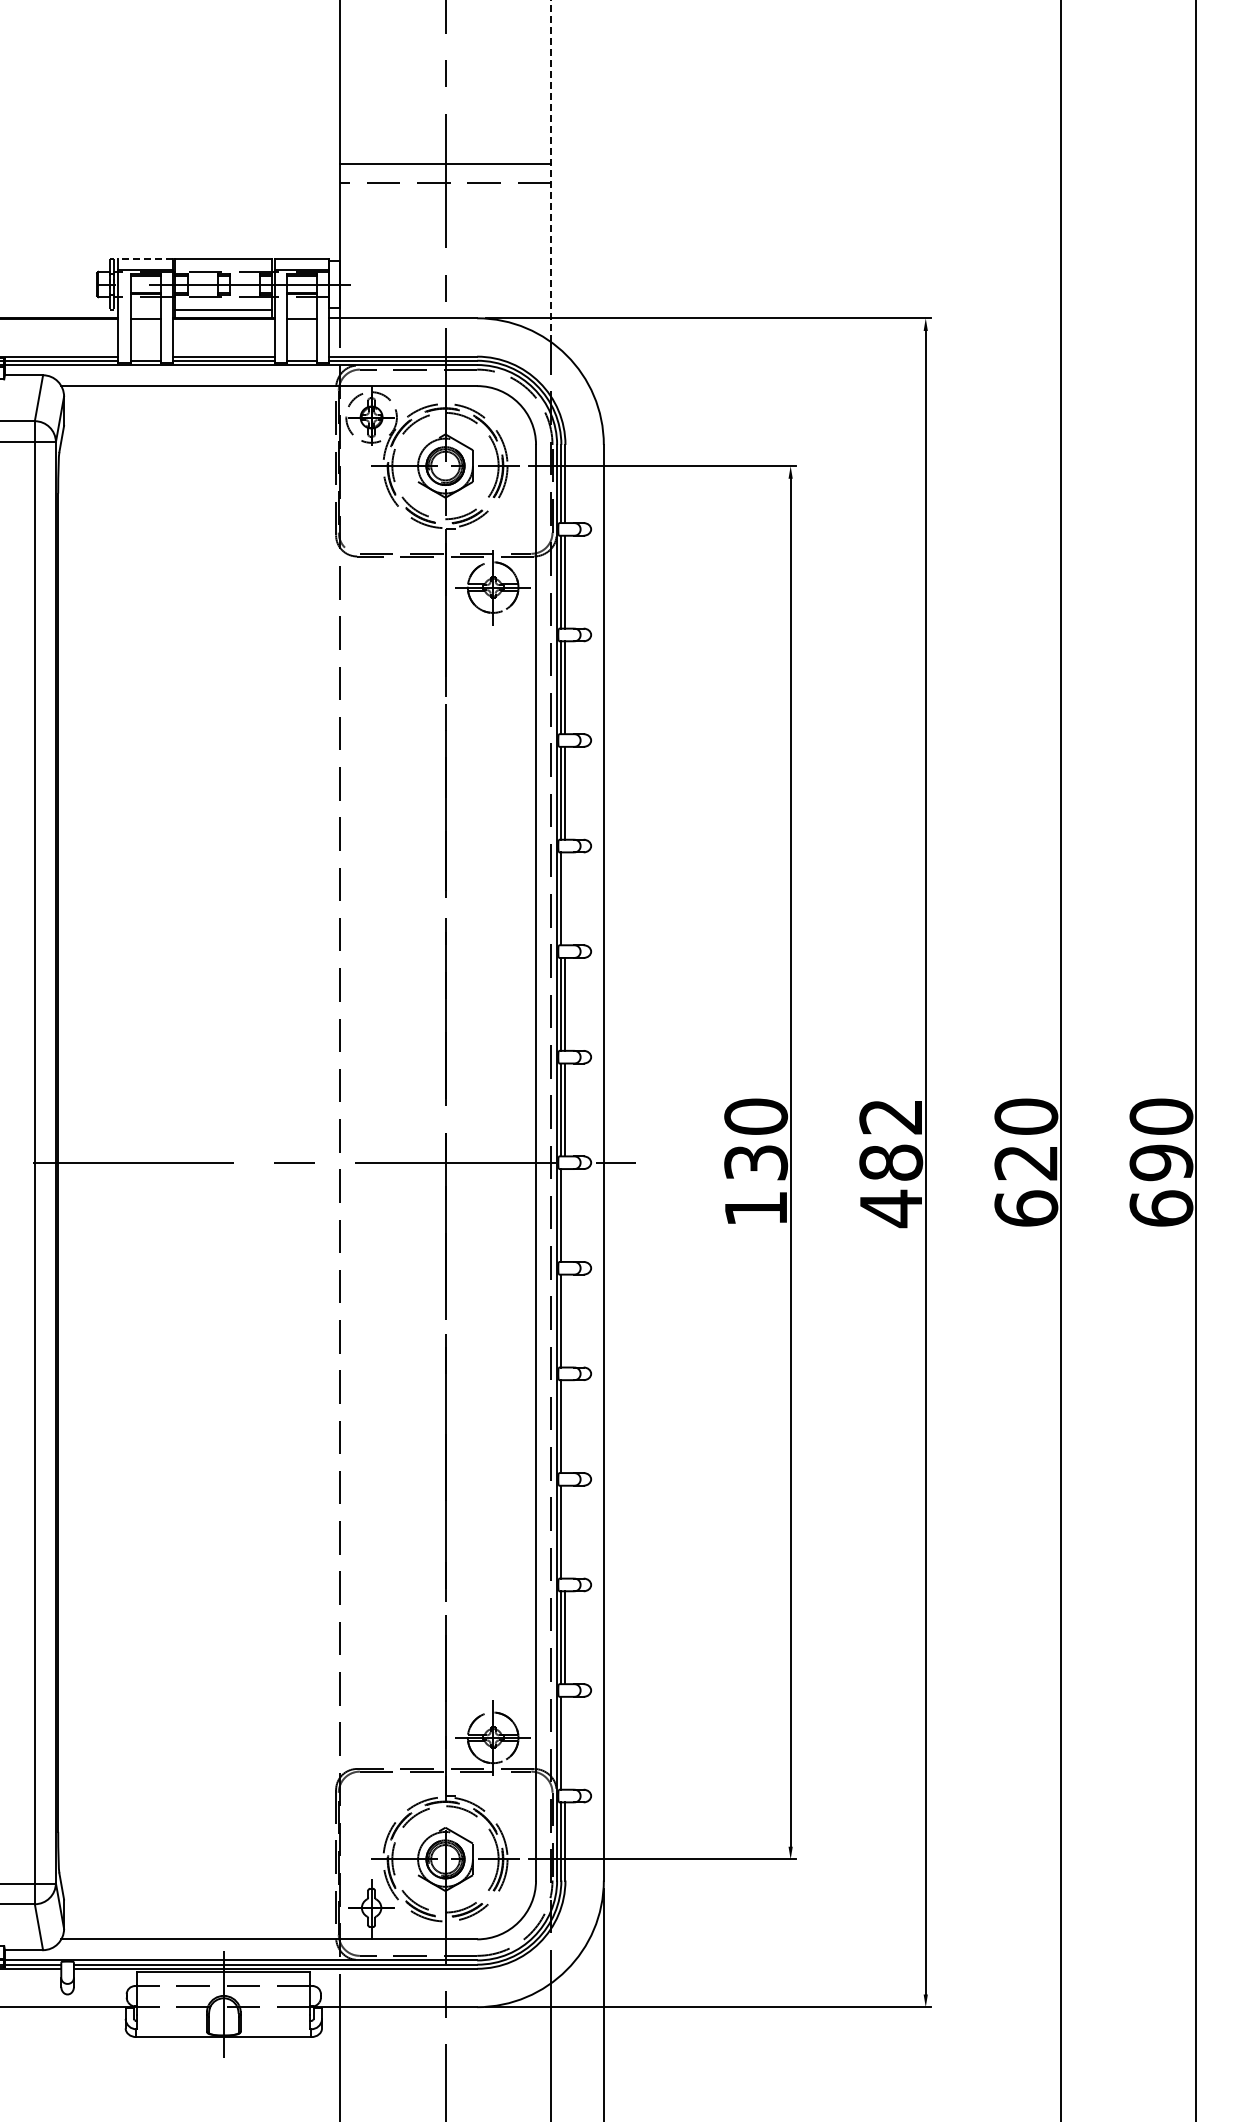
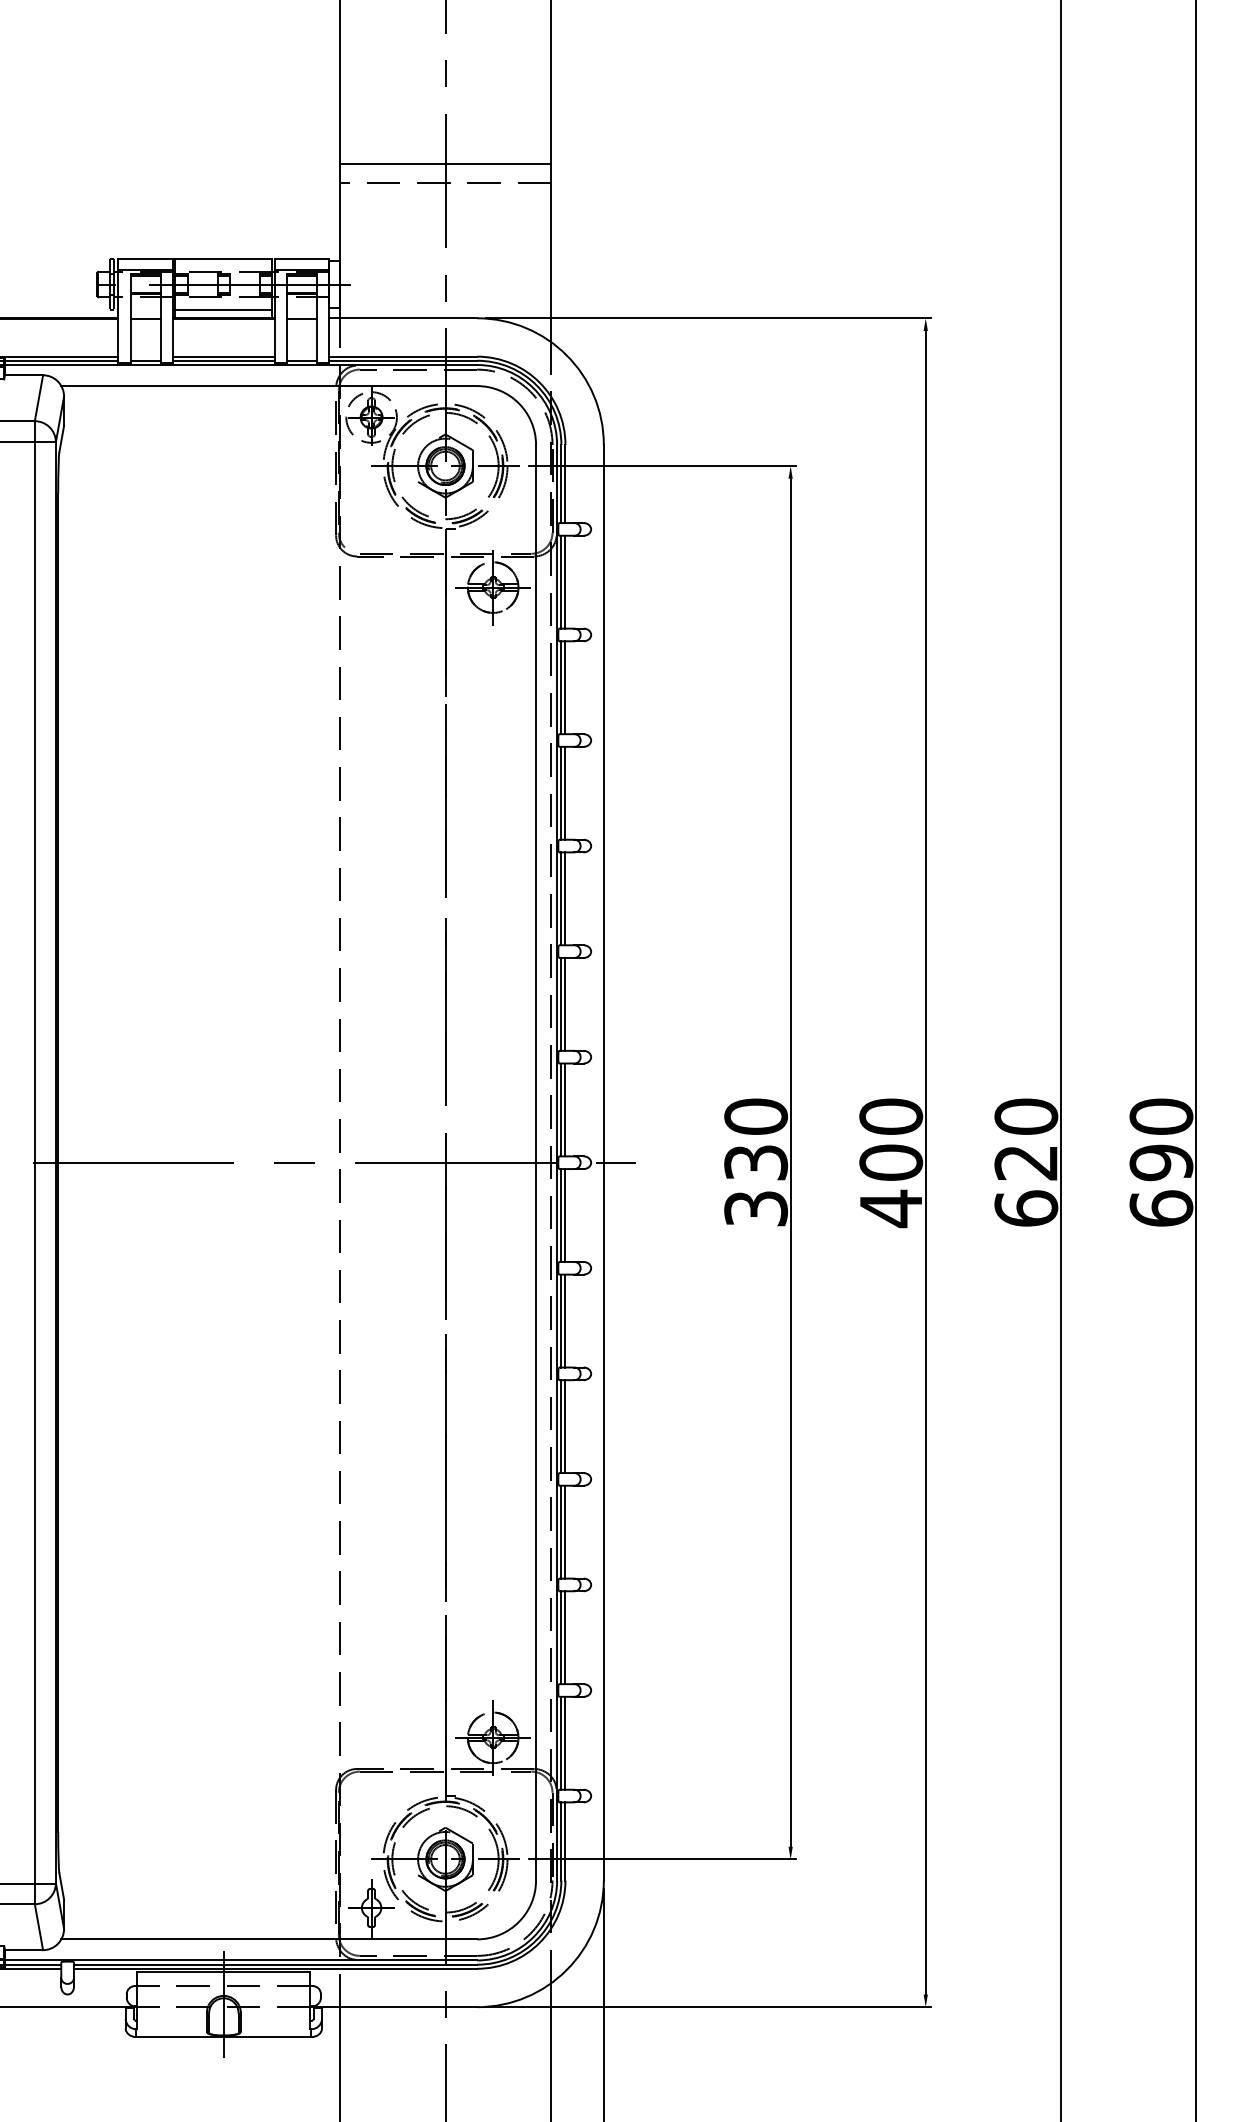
line at (551, 171): dashed -> solid
line at (145, 259): dashed -> solid
line at (565, 898): none -> present
text at (891, 1139): 482 -> 400
text at (756, 1208): 130 -> 330
line at (565, 1215): none -> present
line at (565, 1320): none -> present
line at (565, 1426): none -> present
line at (565, 1531): none -> present
line at (565, 1742): none -> present
